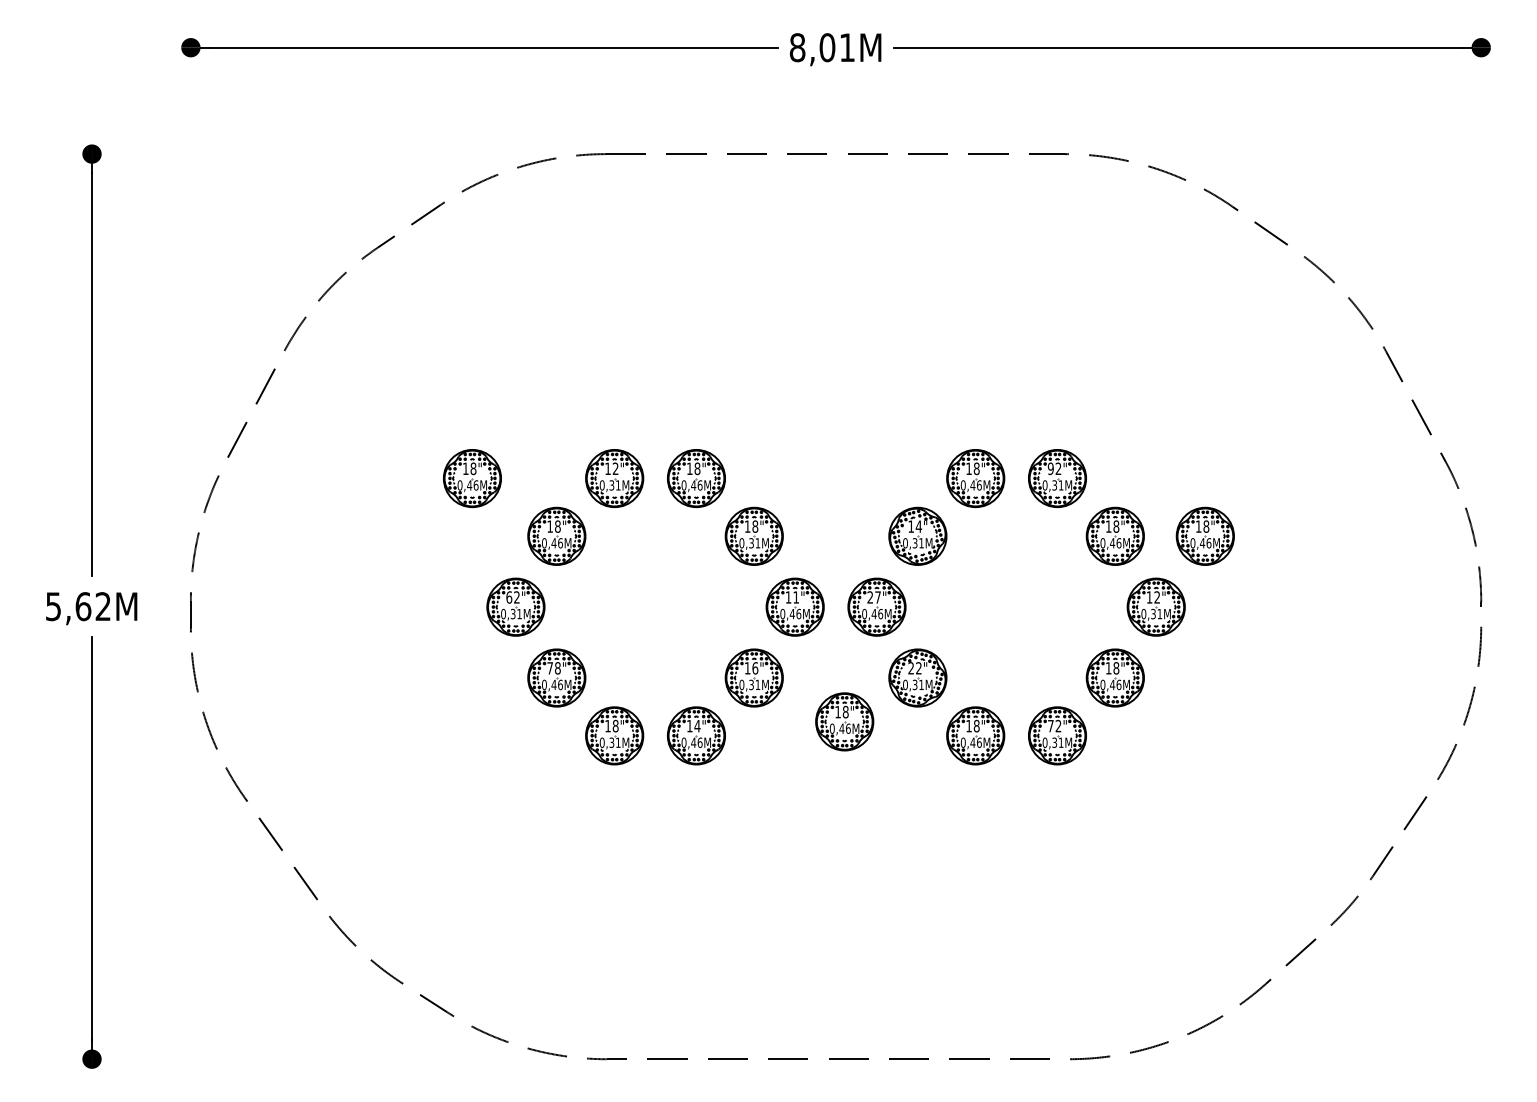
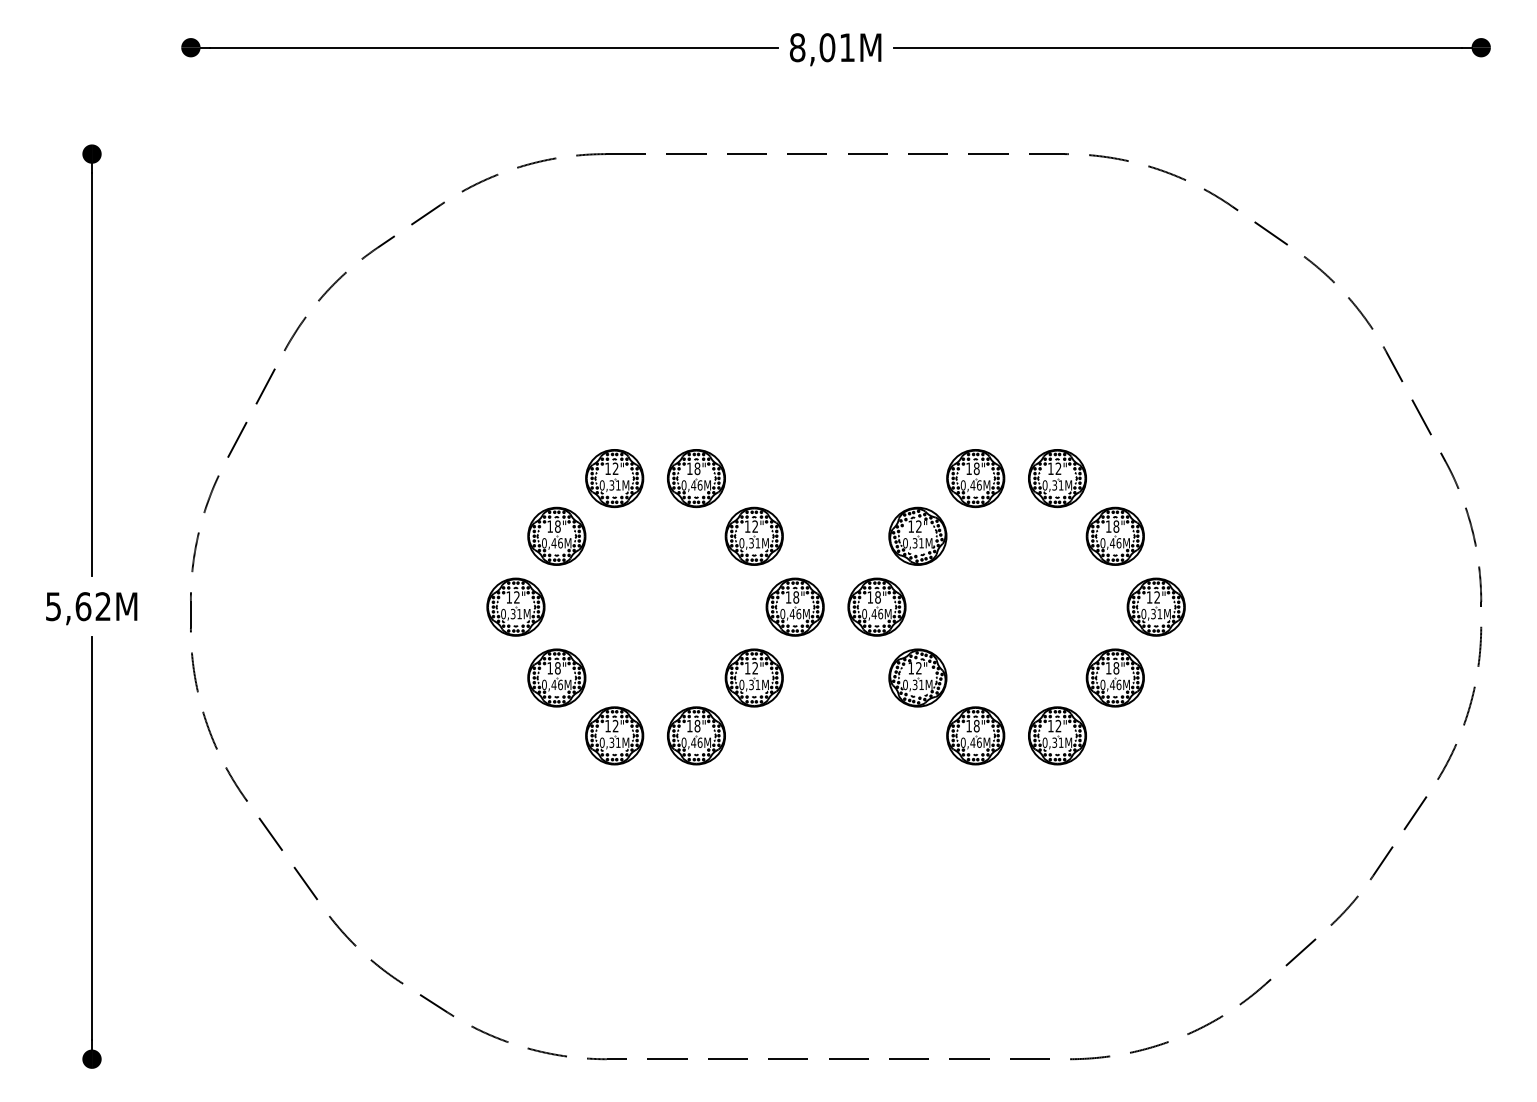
text at (1050, 468): 92" -> 12"
part at (472, 478): present -> none
text at (755, 526): 18" -> 12"
text at (918, 526): 14" -> 12"
part at (1204, 535): present -> none
text at (509, 597): 62" -> 12"
text at (796, 597): 11" -> 18"
text at (873, 597): 27" -> 18"
text at (549, 668): 78" -> 18"
text at (755, 668): 16" -> 12"
text at (910, 668): 22" -> 12"
part at (844, 721): present -> none
text at (697, 725): 14" -> 18"
text at (615, 726): 18" -> 12"
text at (1050, 726): 72" -> 12"
